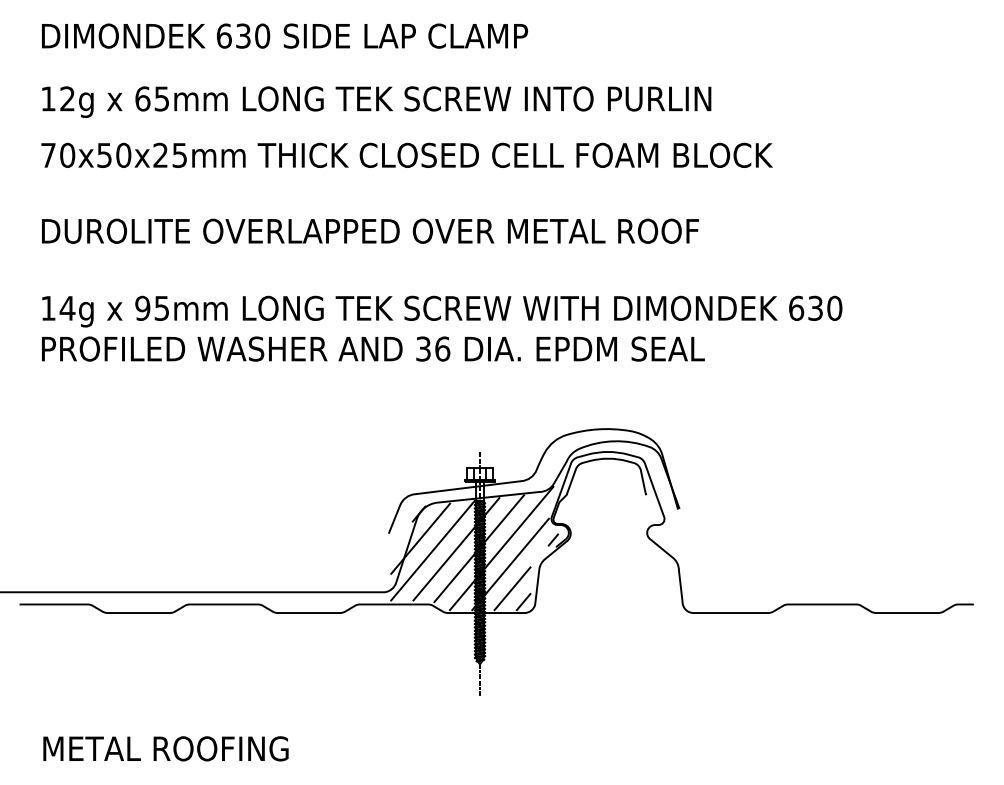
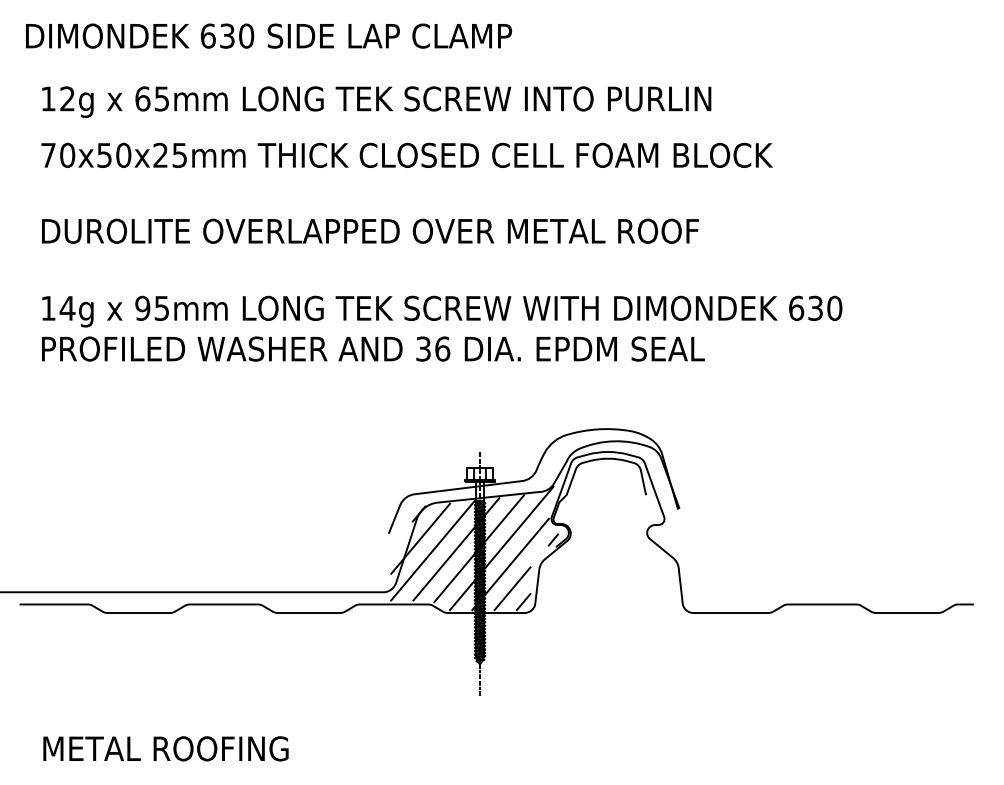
text at (285, 35) position: (285, 35) -> (269, 35)
